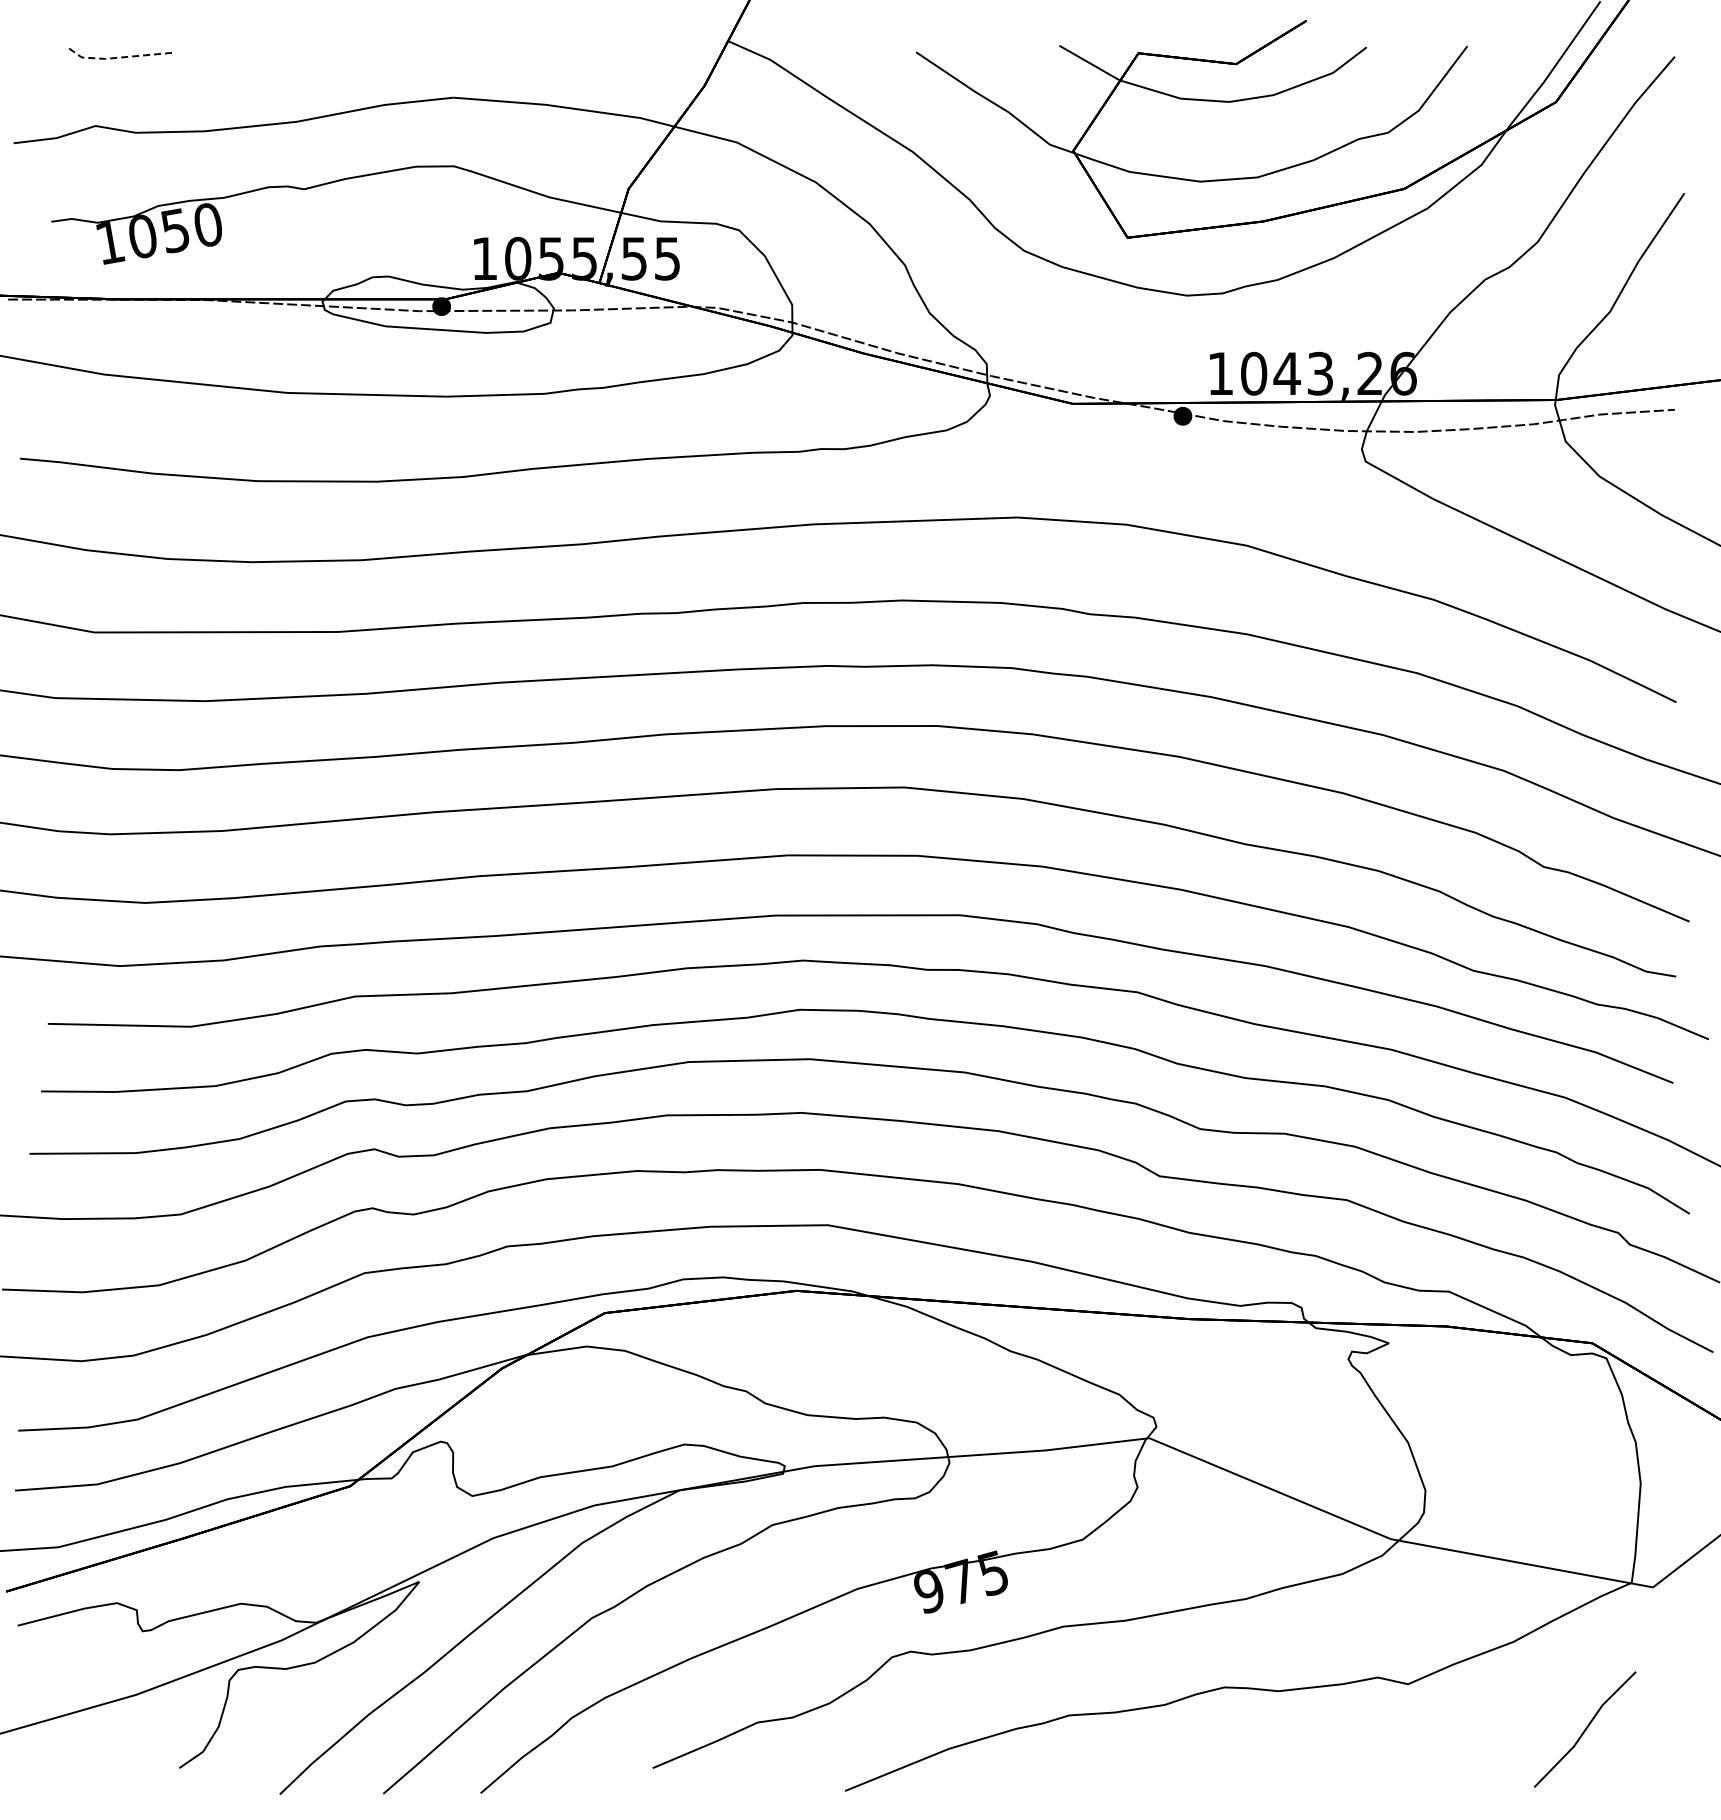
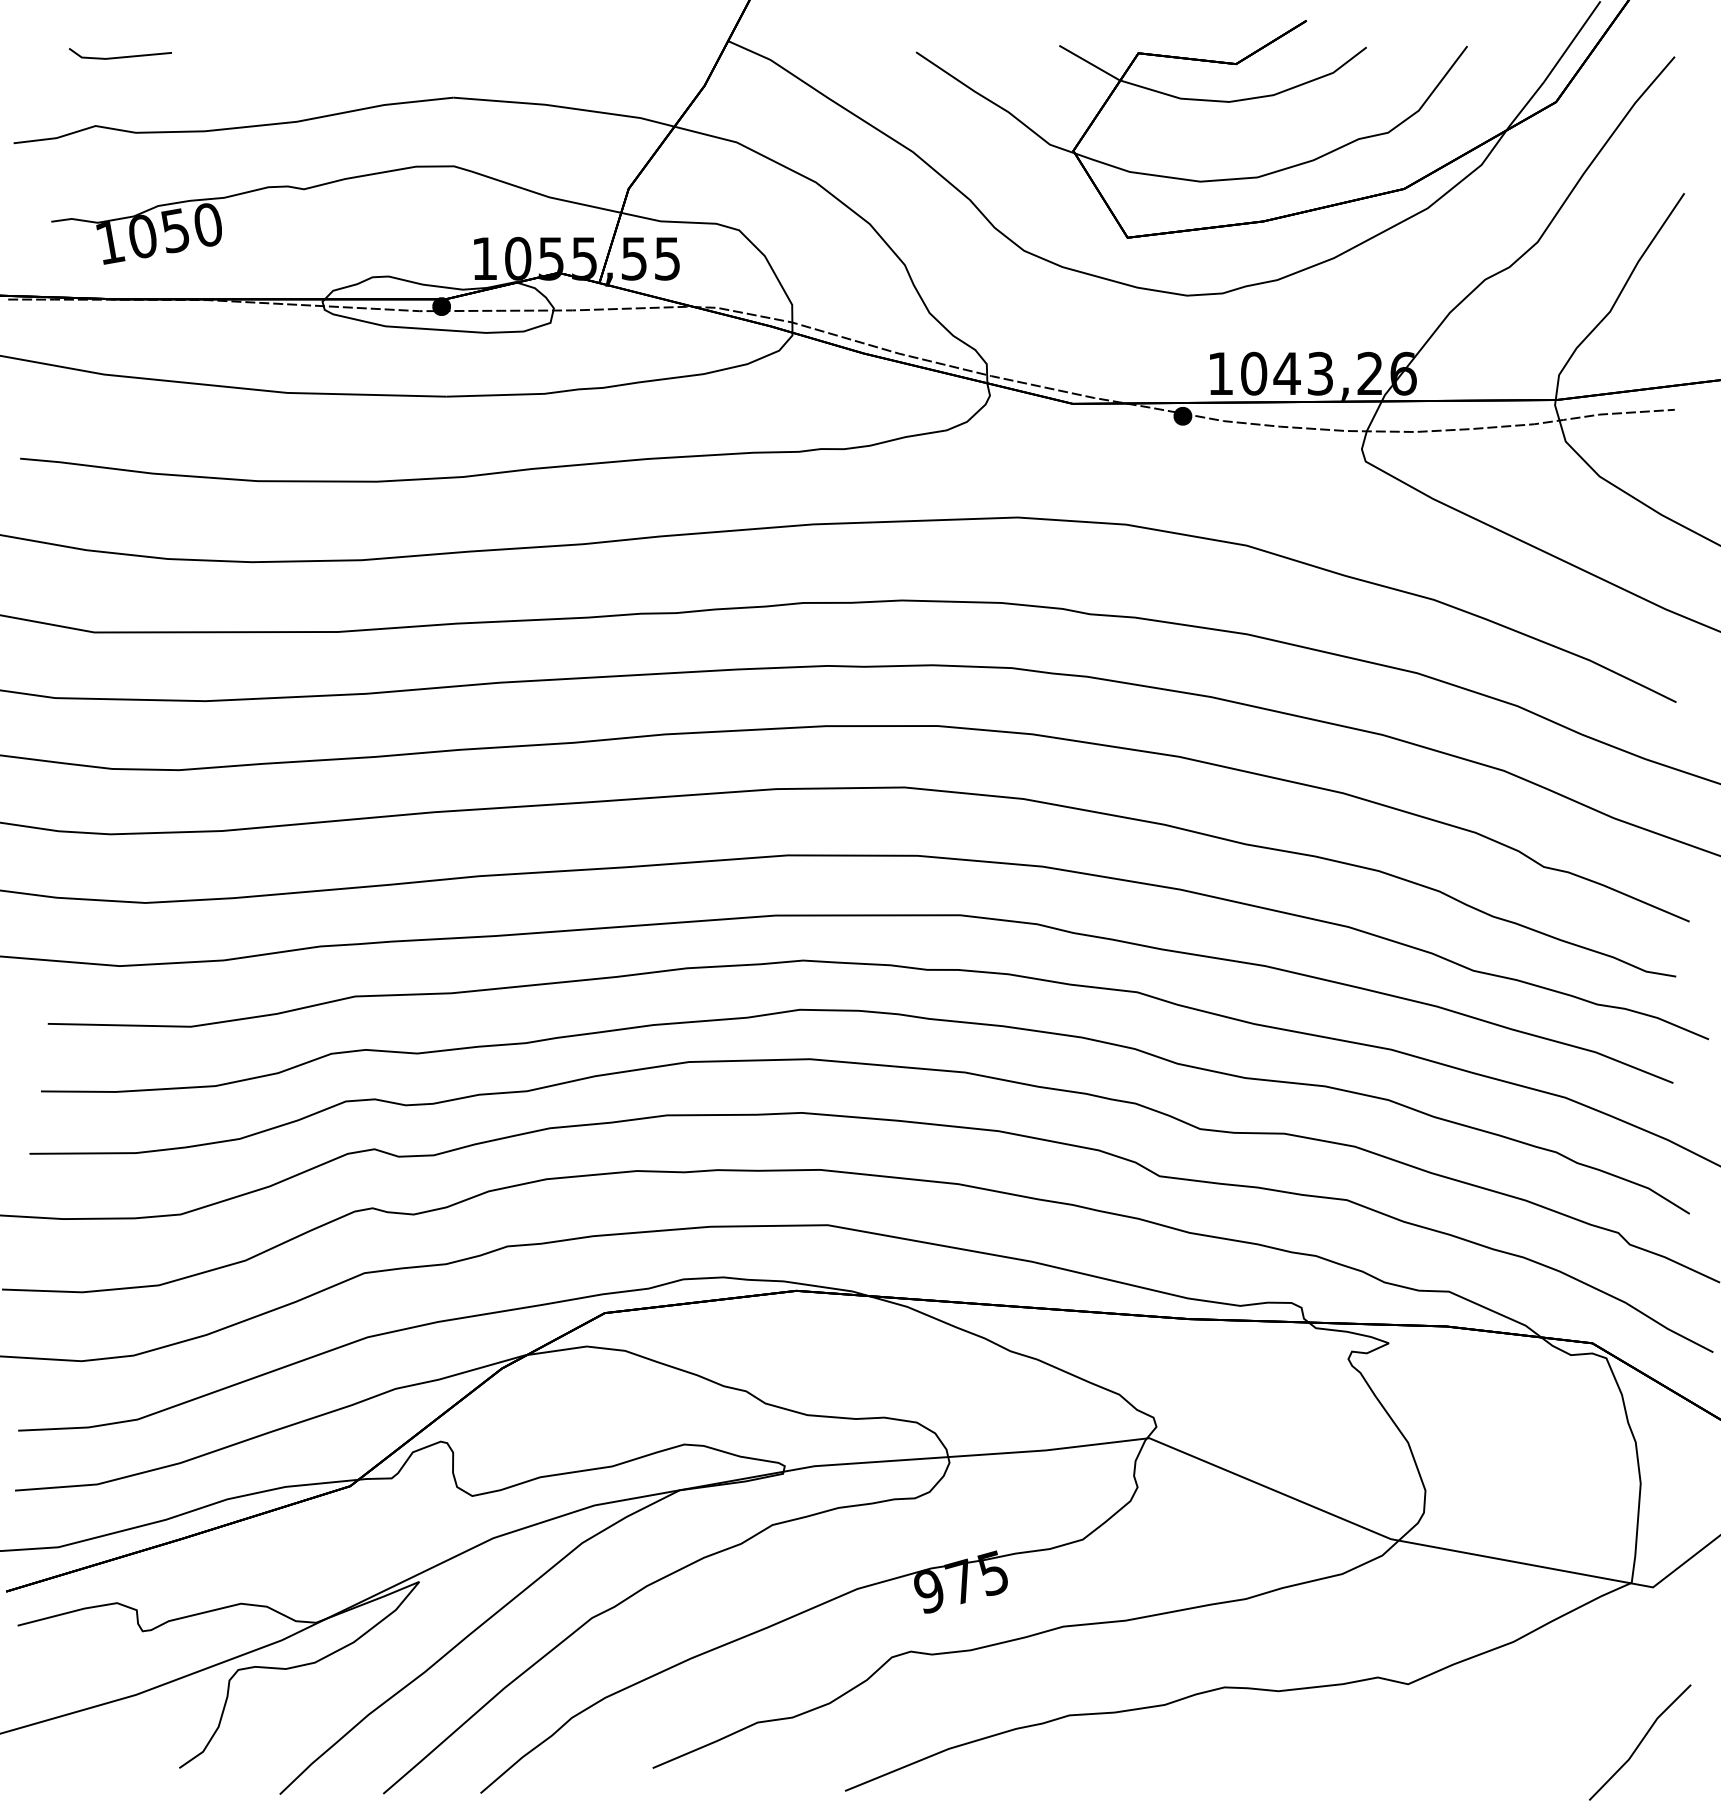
line at (118, 57): dashed -> solid
line at (1584, 1729) position: (1584, 1729) -> (1639, 1742)
